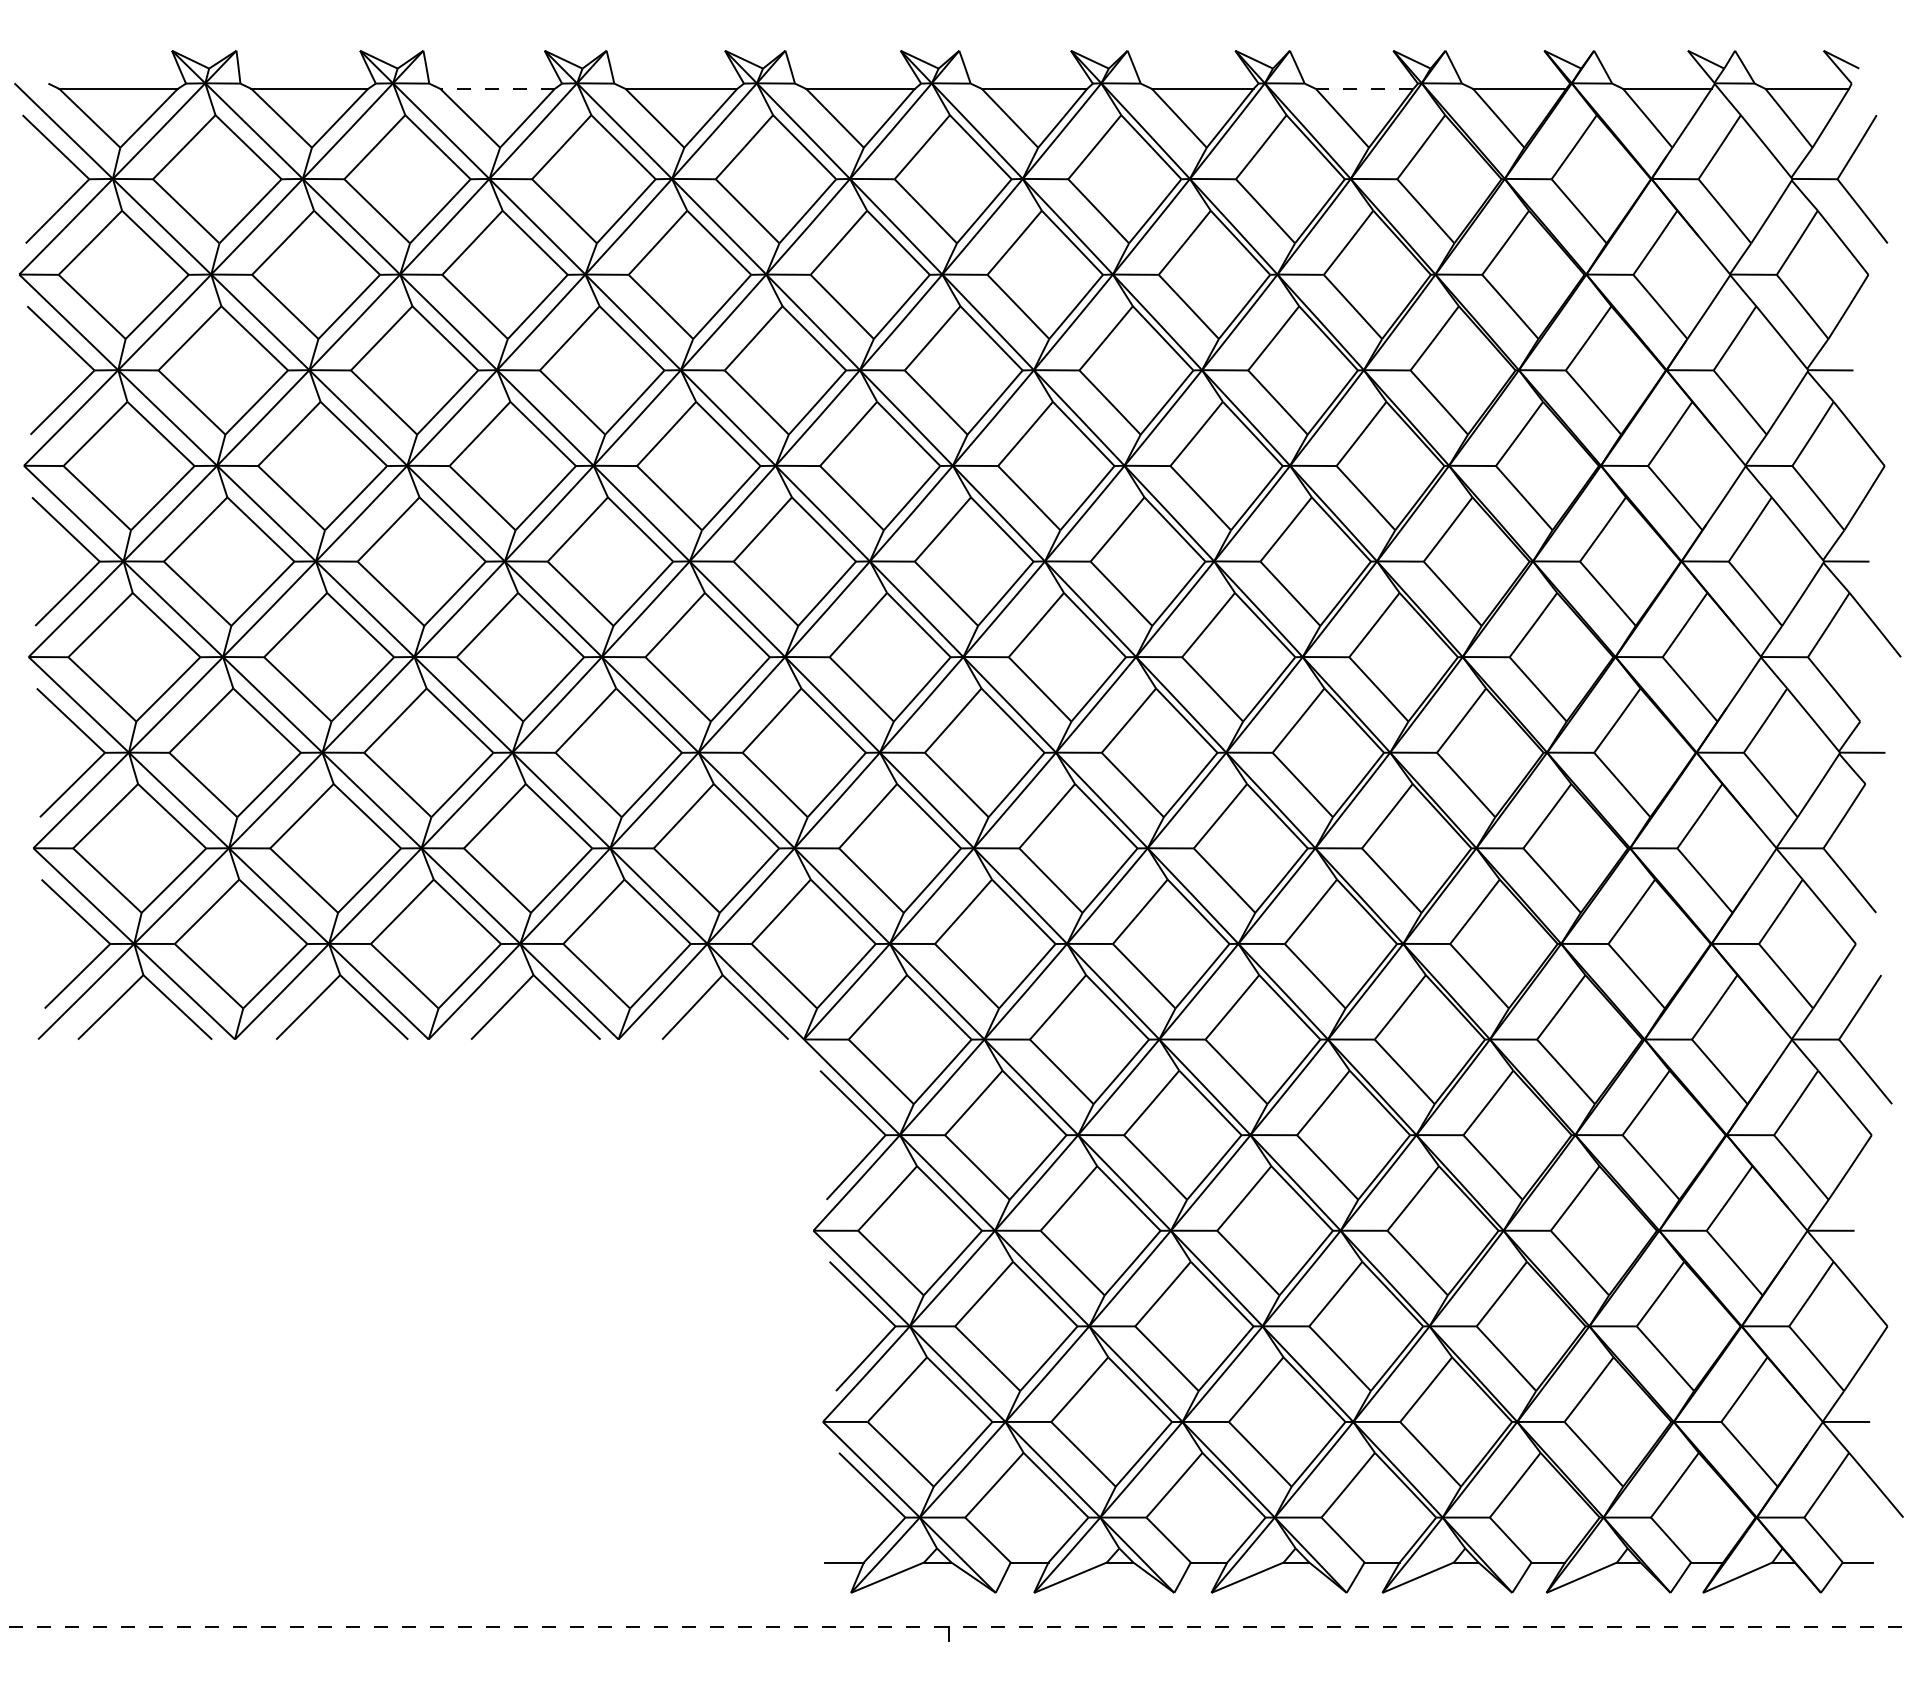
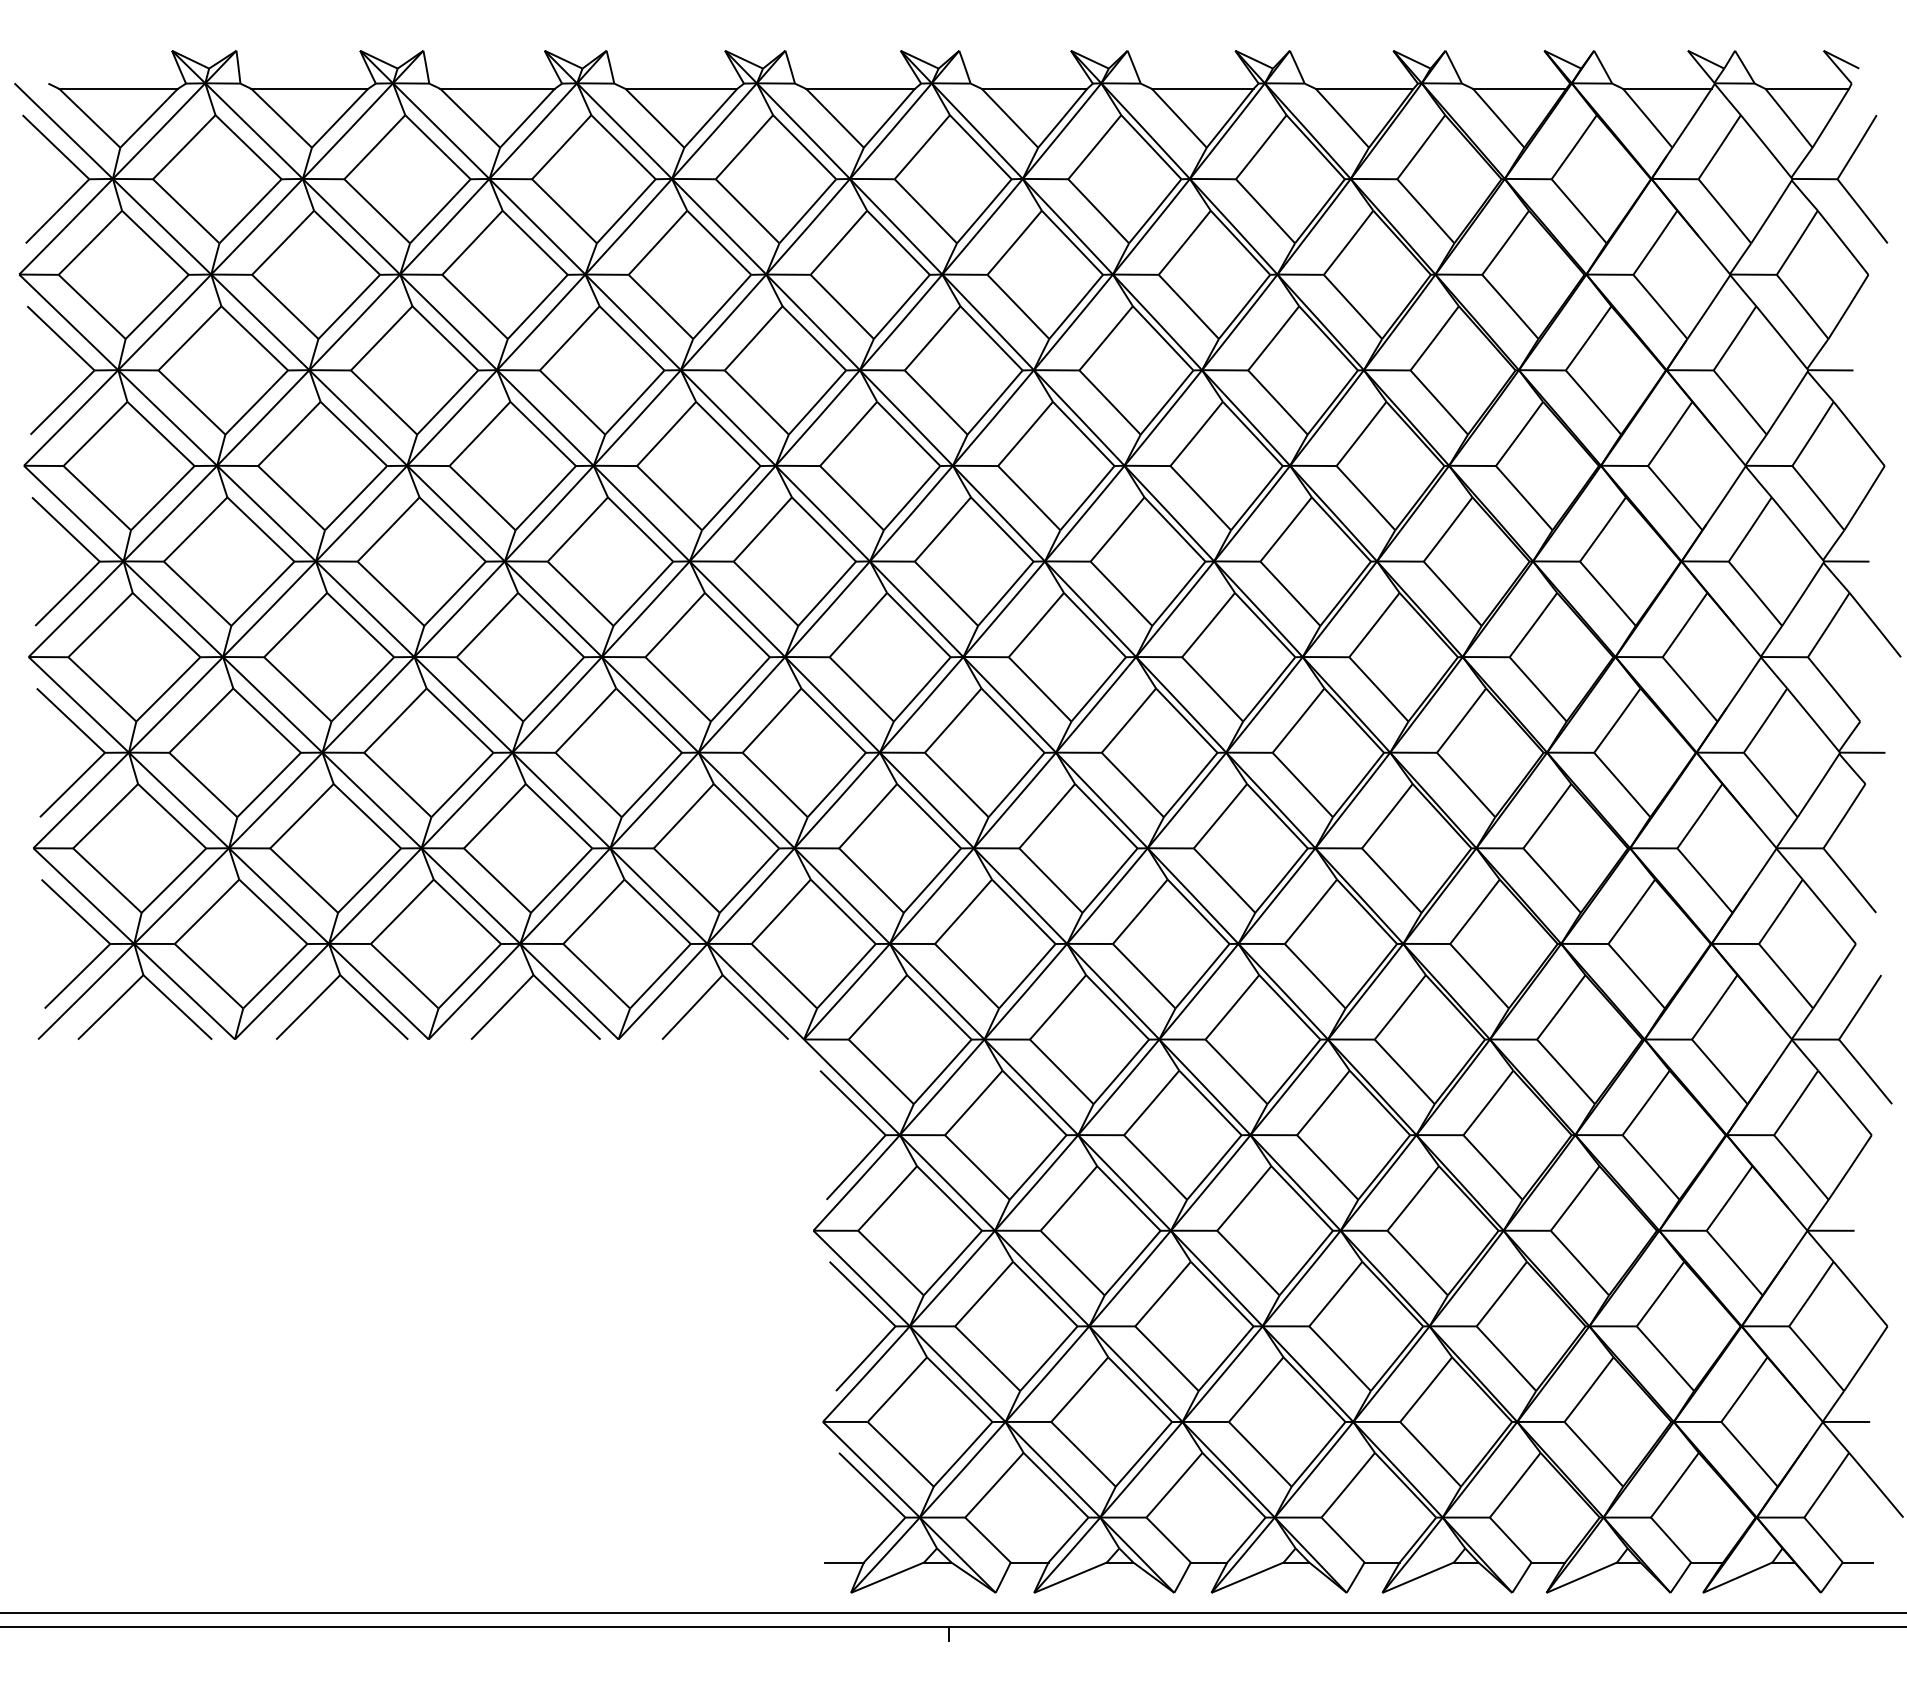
line at (497, 88): dashed -> solid
line at (1364, 88): dashed -> solid
line at (952, 1613): none -> present
line at (954, 1627): dashed -> solid
